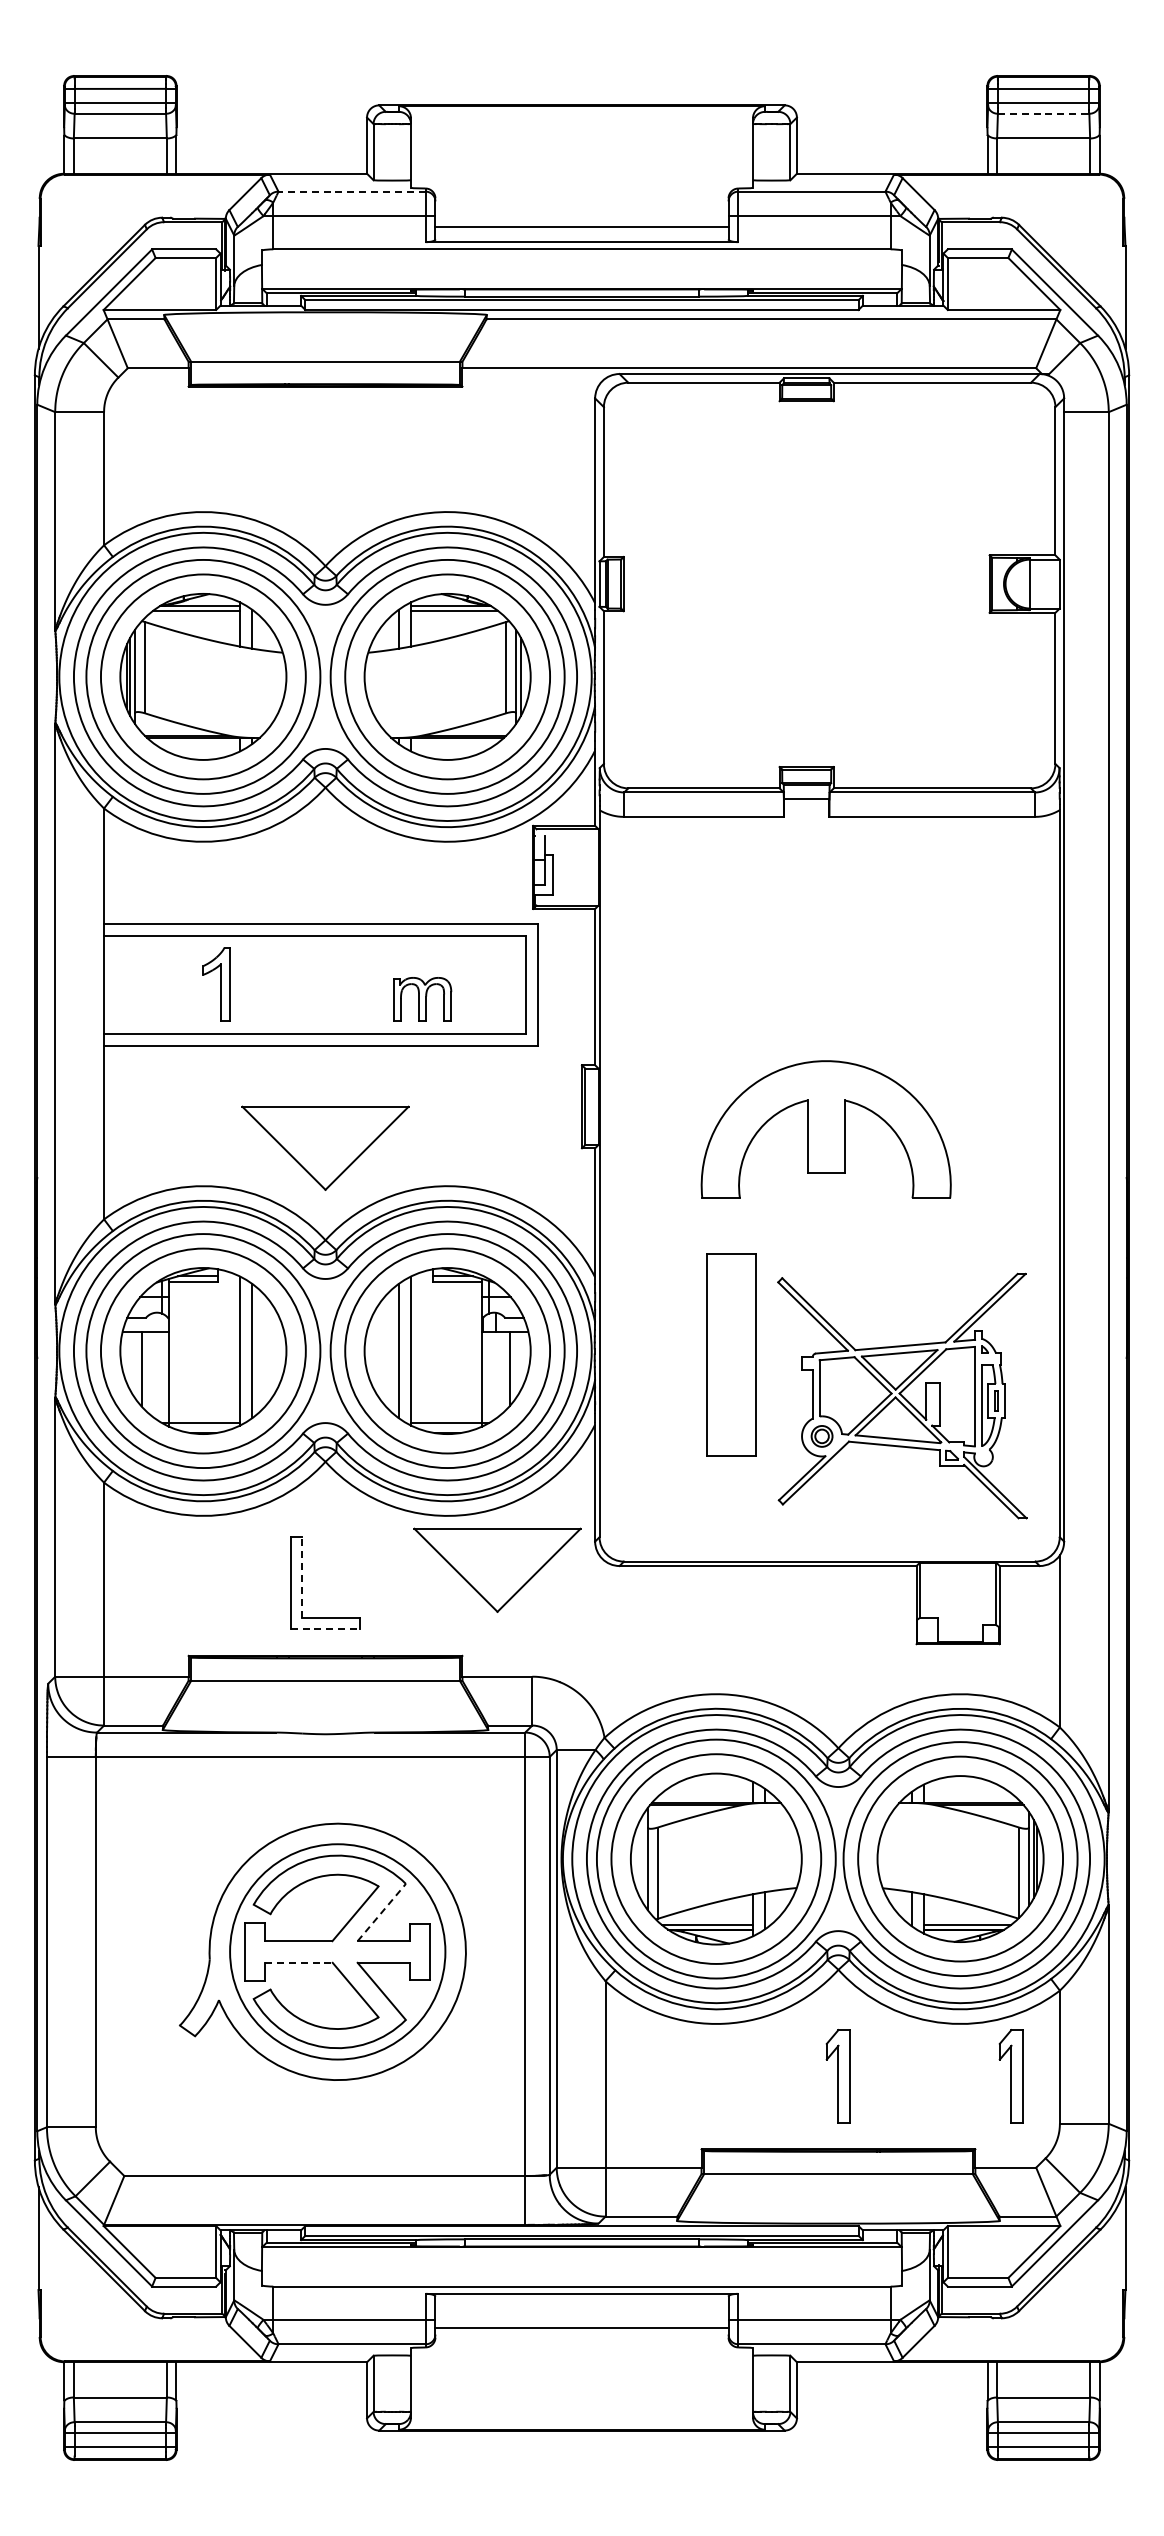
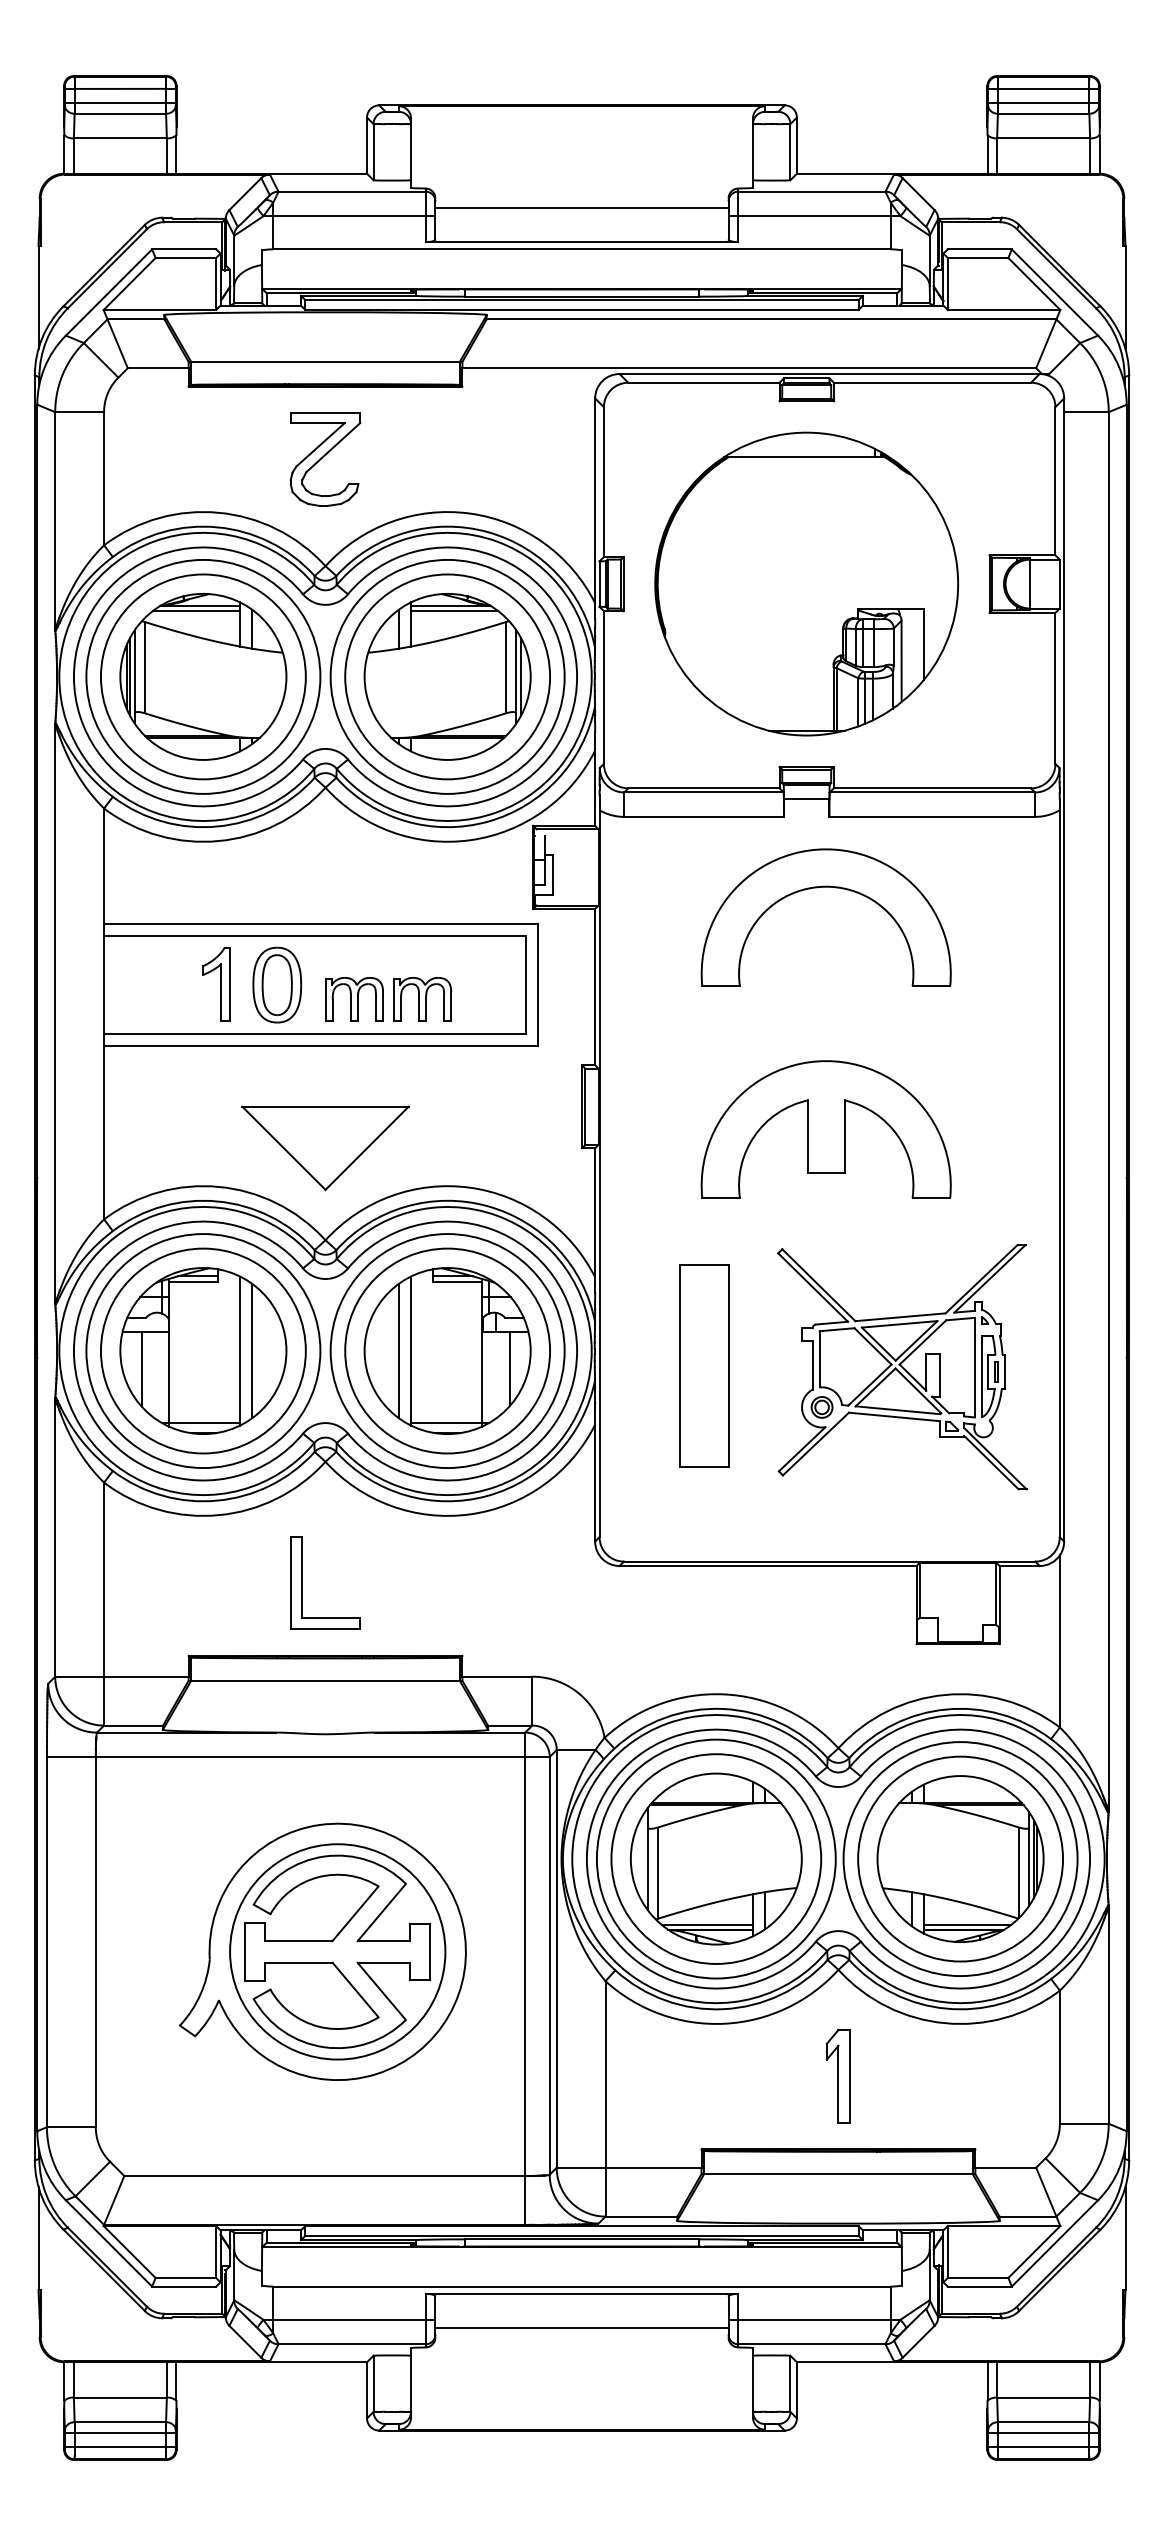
line at (1043, 113): dashed -> solid
line at (352, 191): dashed -> solid
line at (581, 226) position: (581, 226) -> (581, 207)
part at (325, 459): none -> present
part at (806, 583): none -> present
part at (825, 887): none -> present
part at (277, 984): none -> present
part at (354, 999): none -> present
part at (731, 1354) position: (731, 1354) -> (704, 1365)
part at (902, 1395) position: (902, 1395) -> (902, 1366)
part at (497, 1569): present -> none
line at (302, 1576): dashed -> solid
line at (325, 1629): dashed -> solid
line at (382, 1912): dashed -> solid
line at (298, 1962): dashed -> solid
part at (1010, 2076): present -> none
